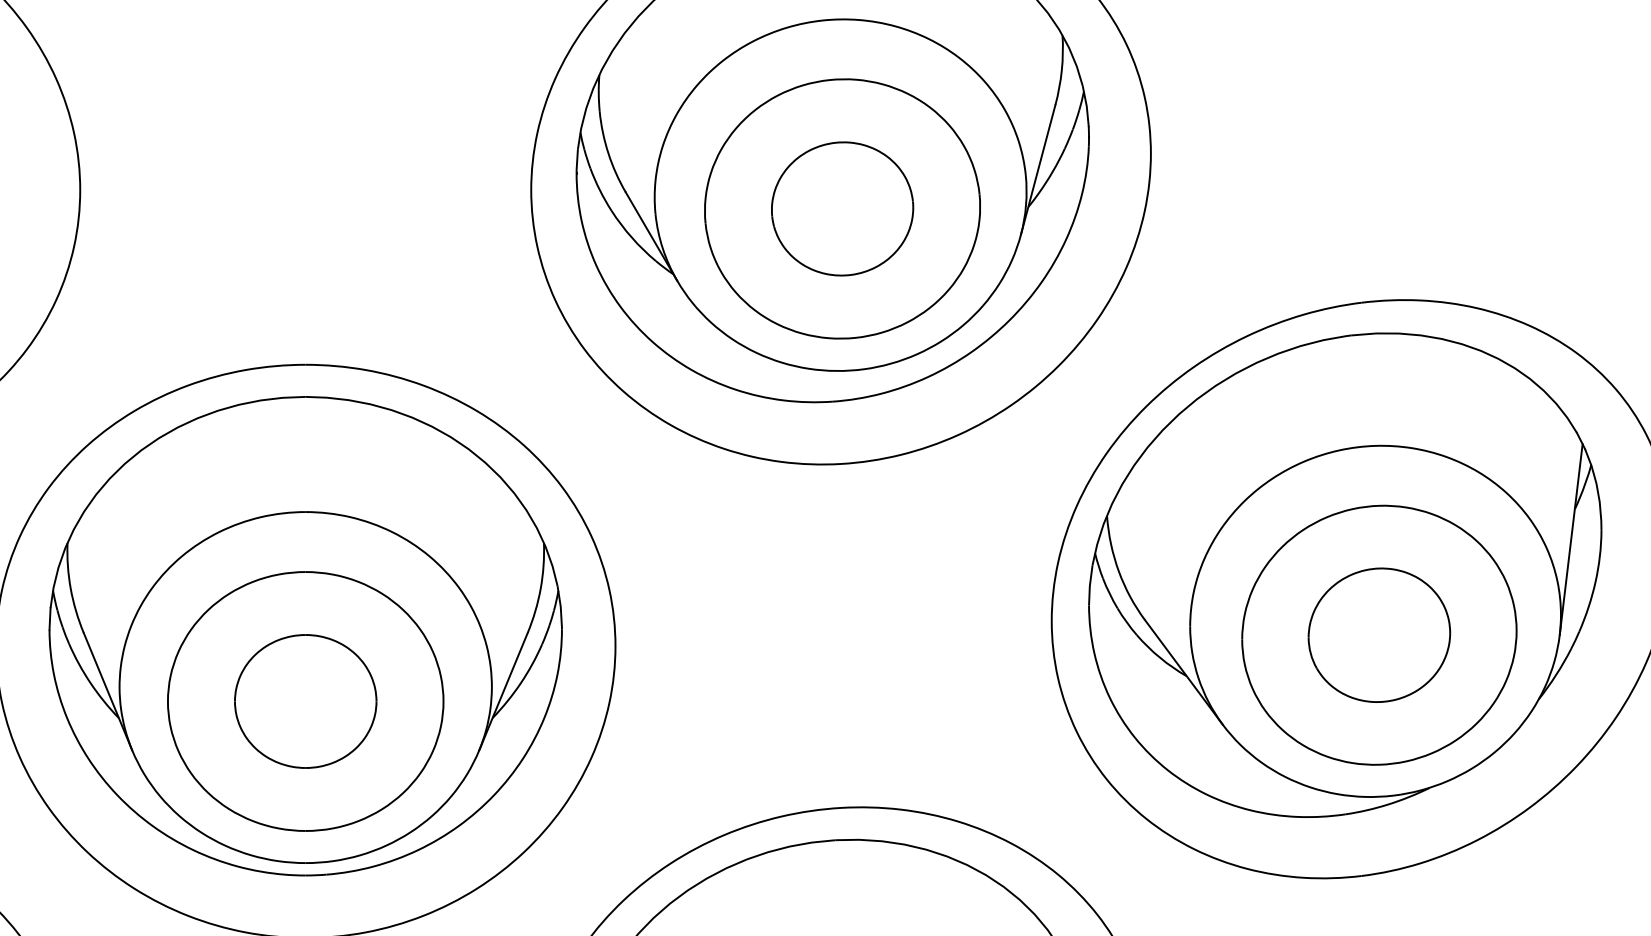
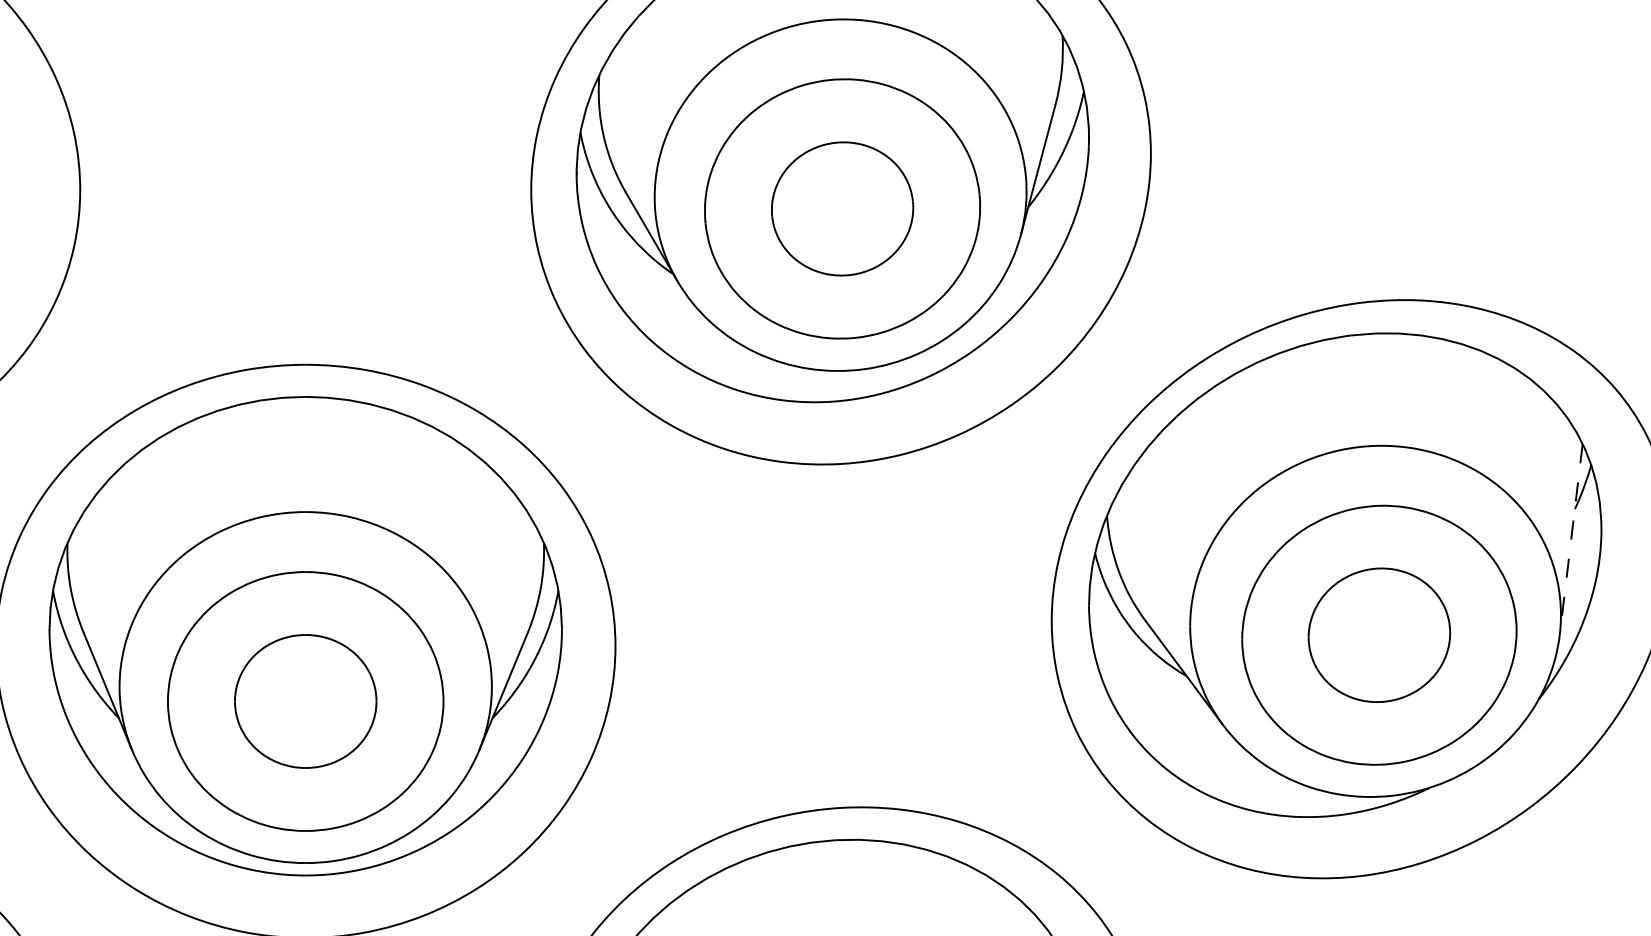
line at (1571, 539): solid -> dashed
